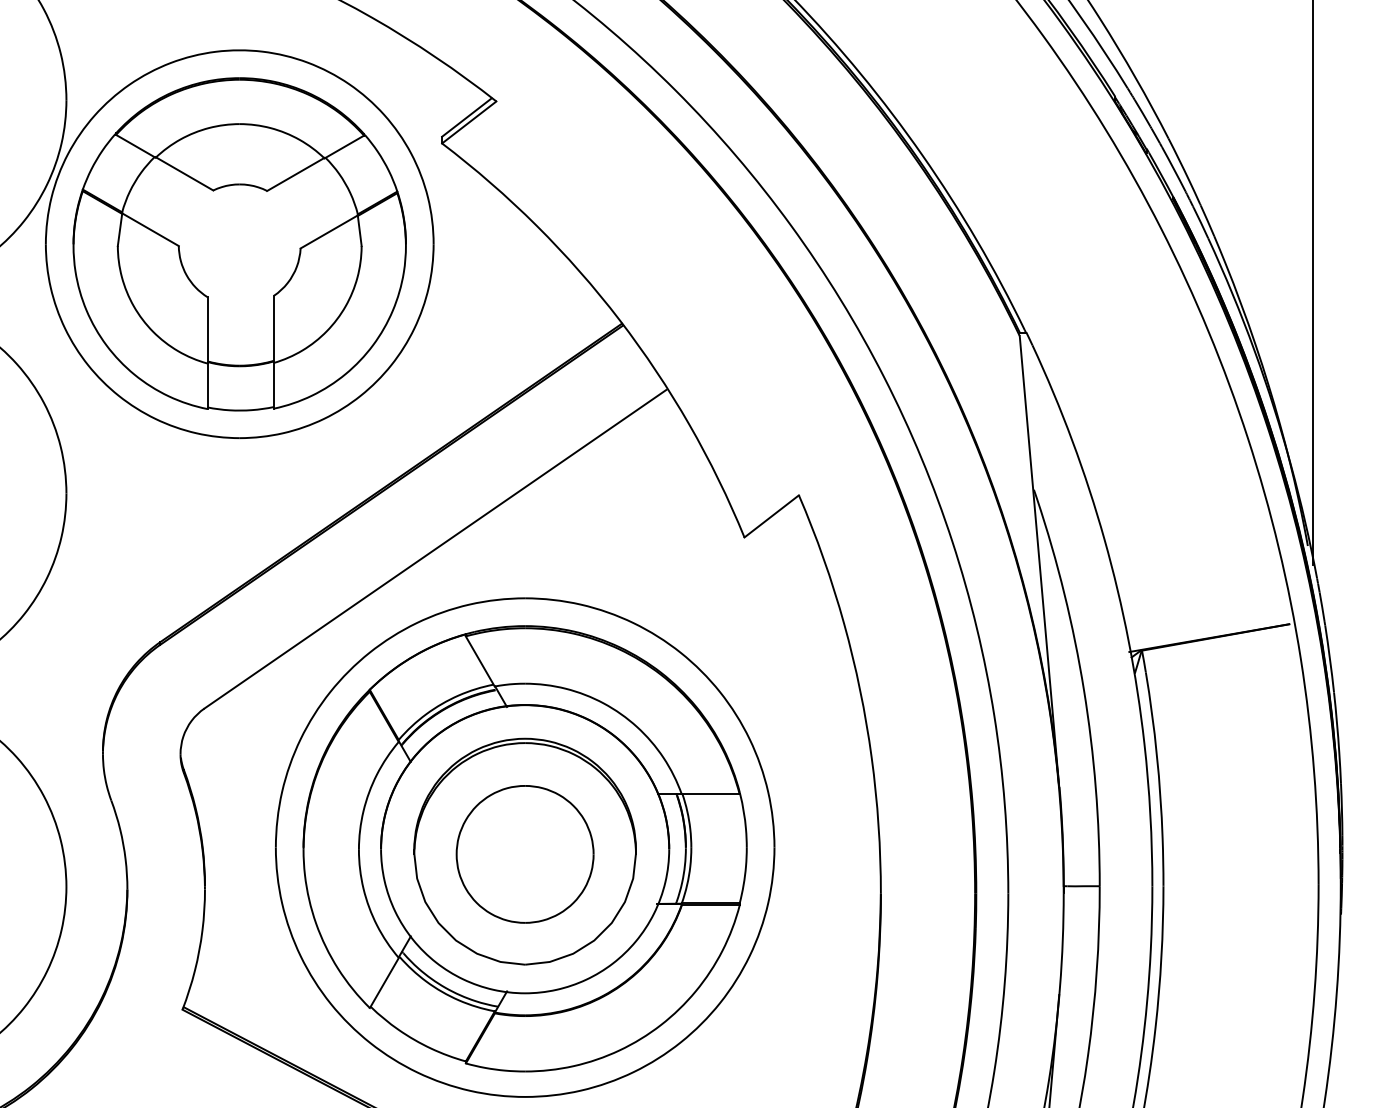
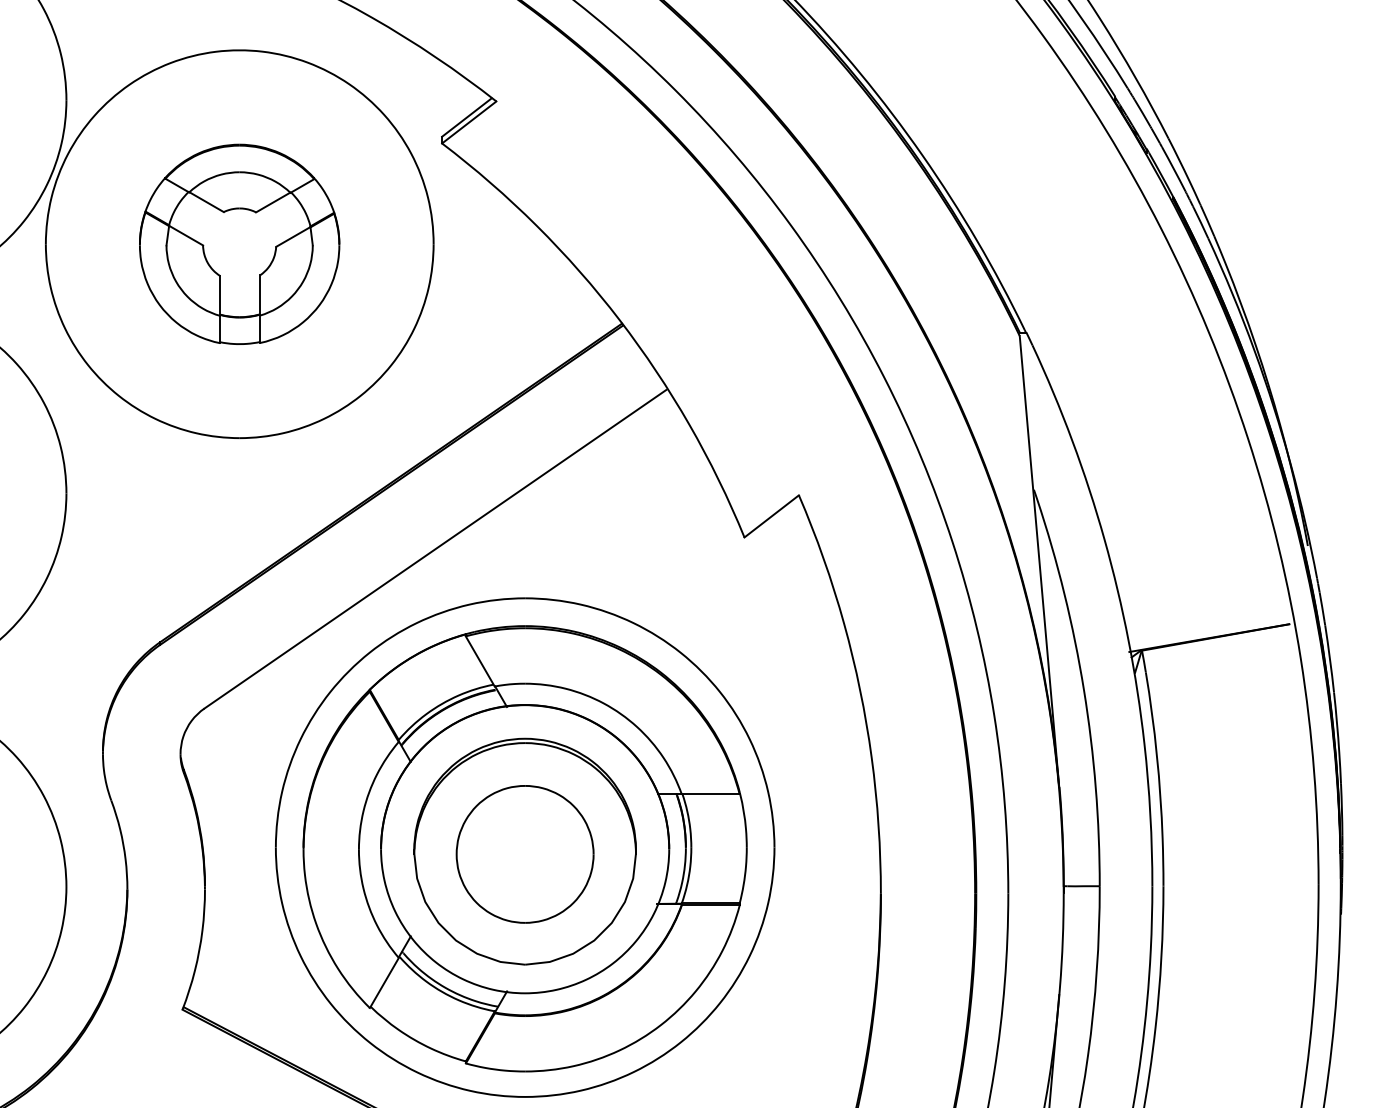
part at (239, 244) size: 335x335 px -> 202x202 px
line at (1313, 283): present -> none
